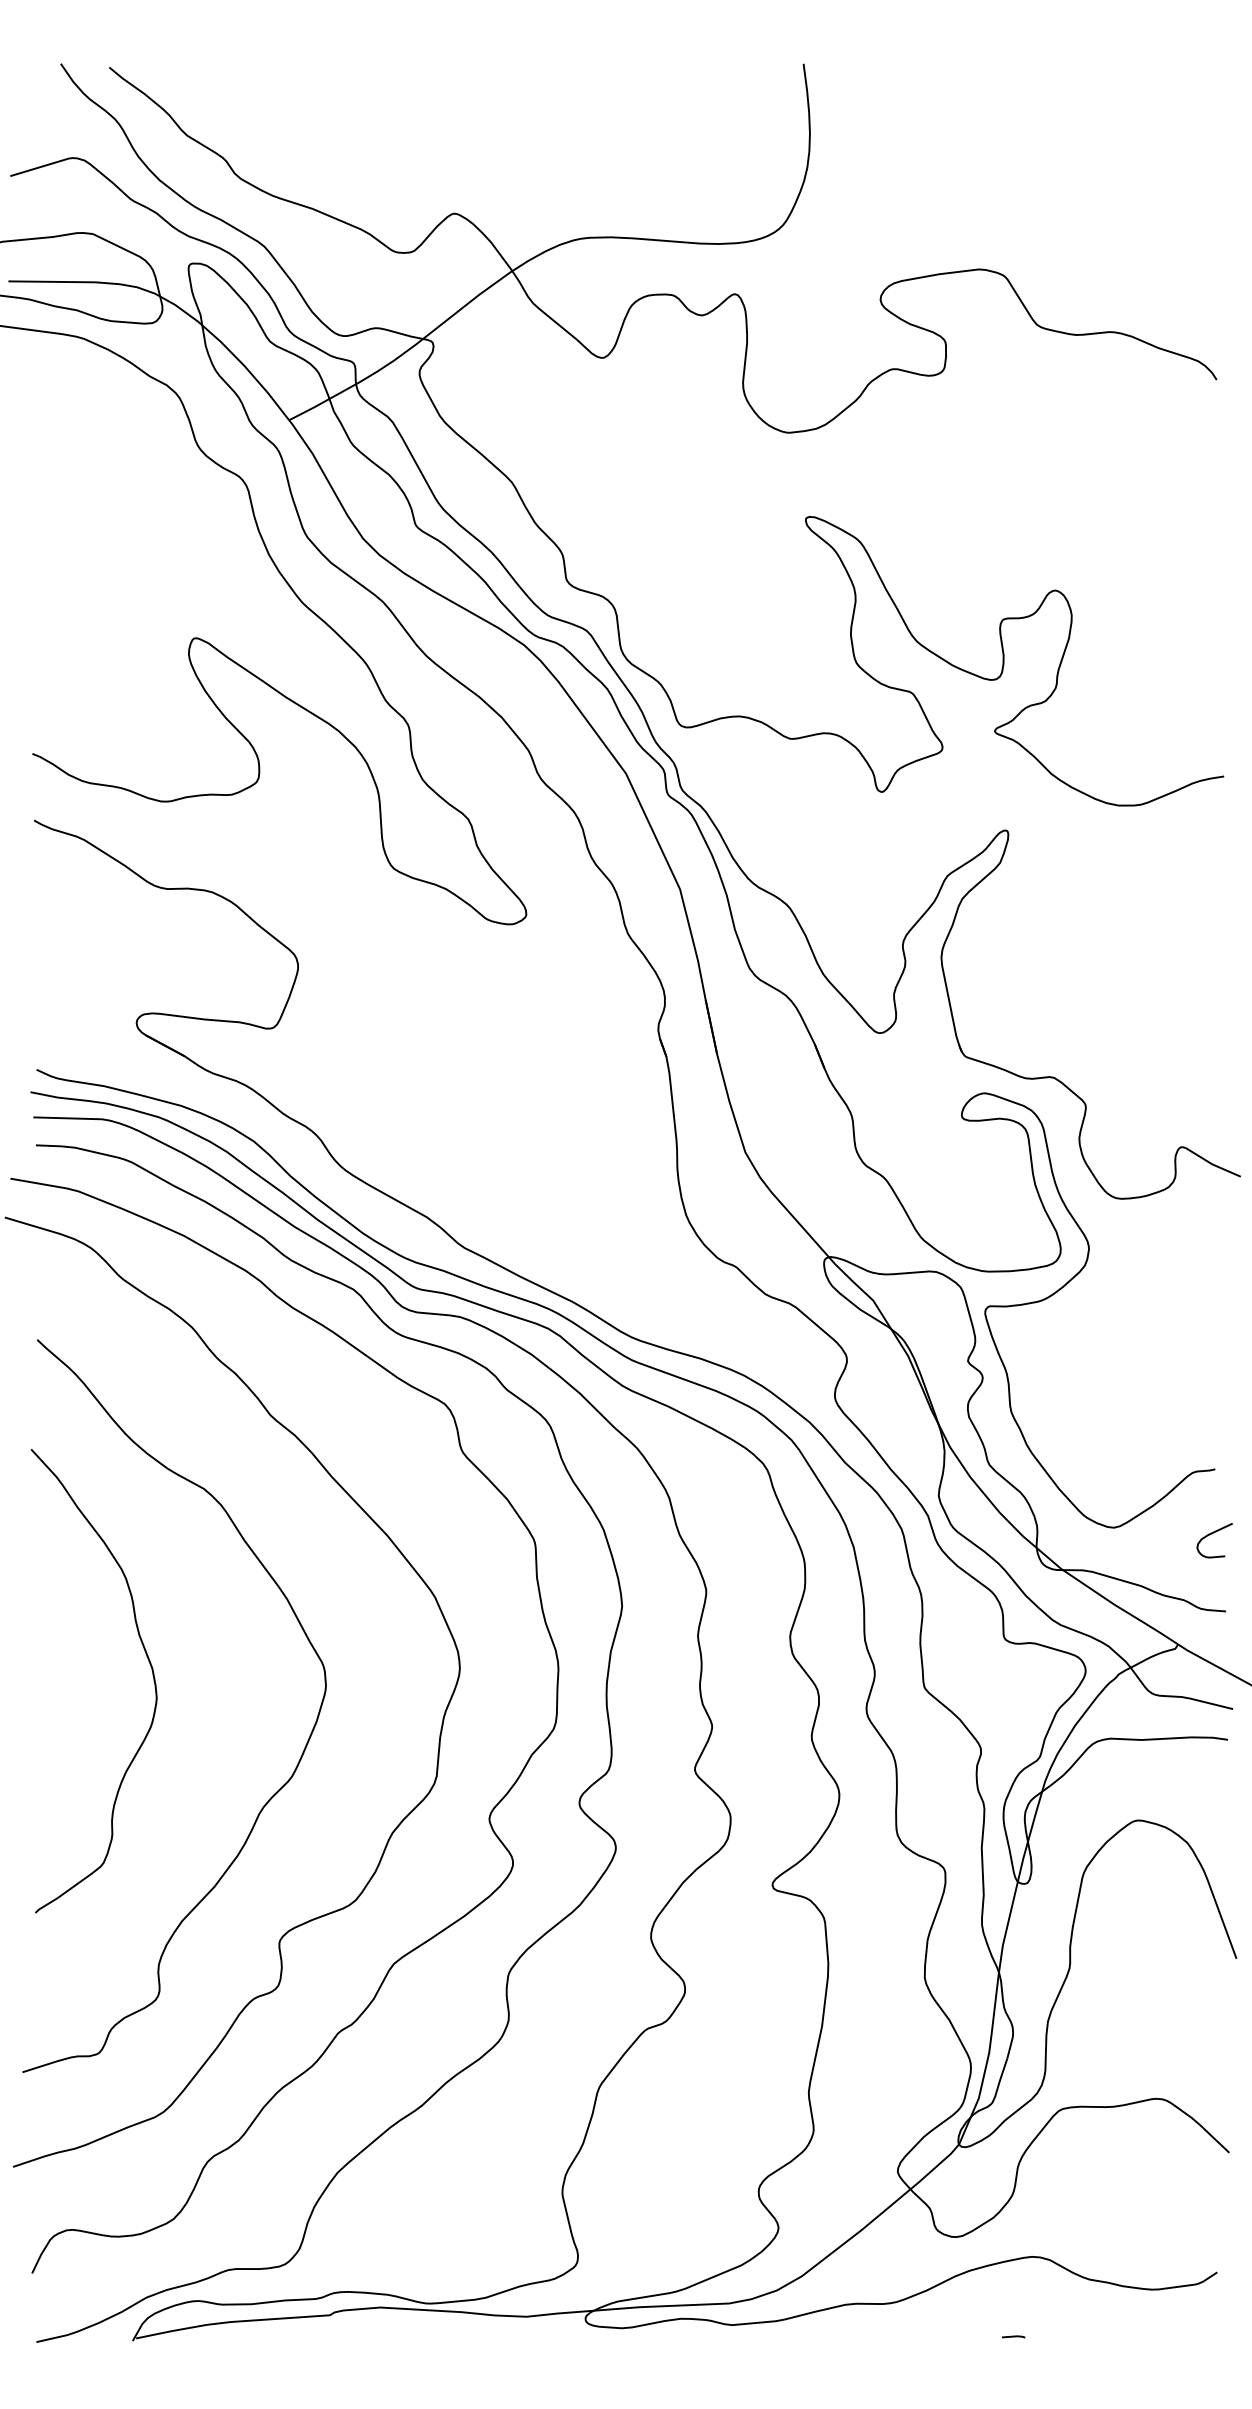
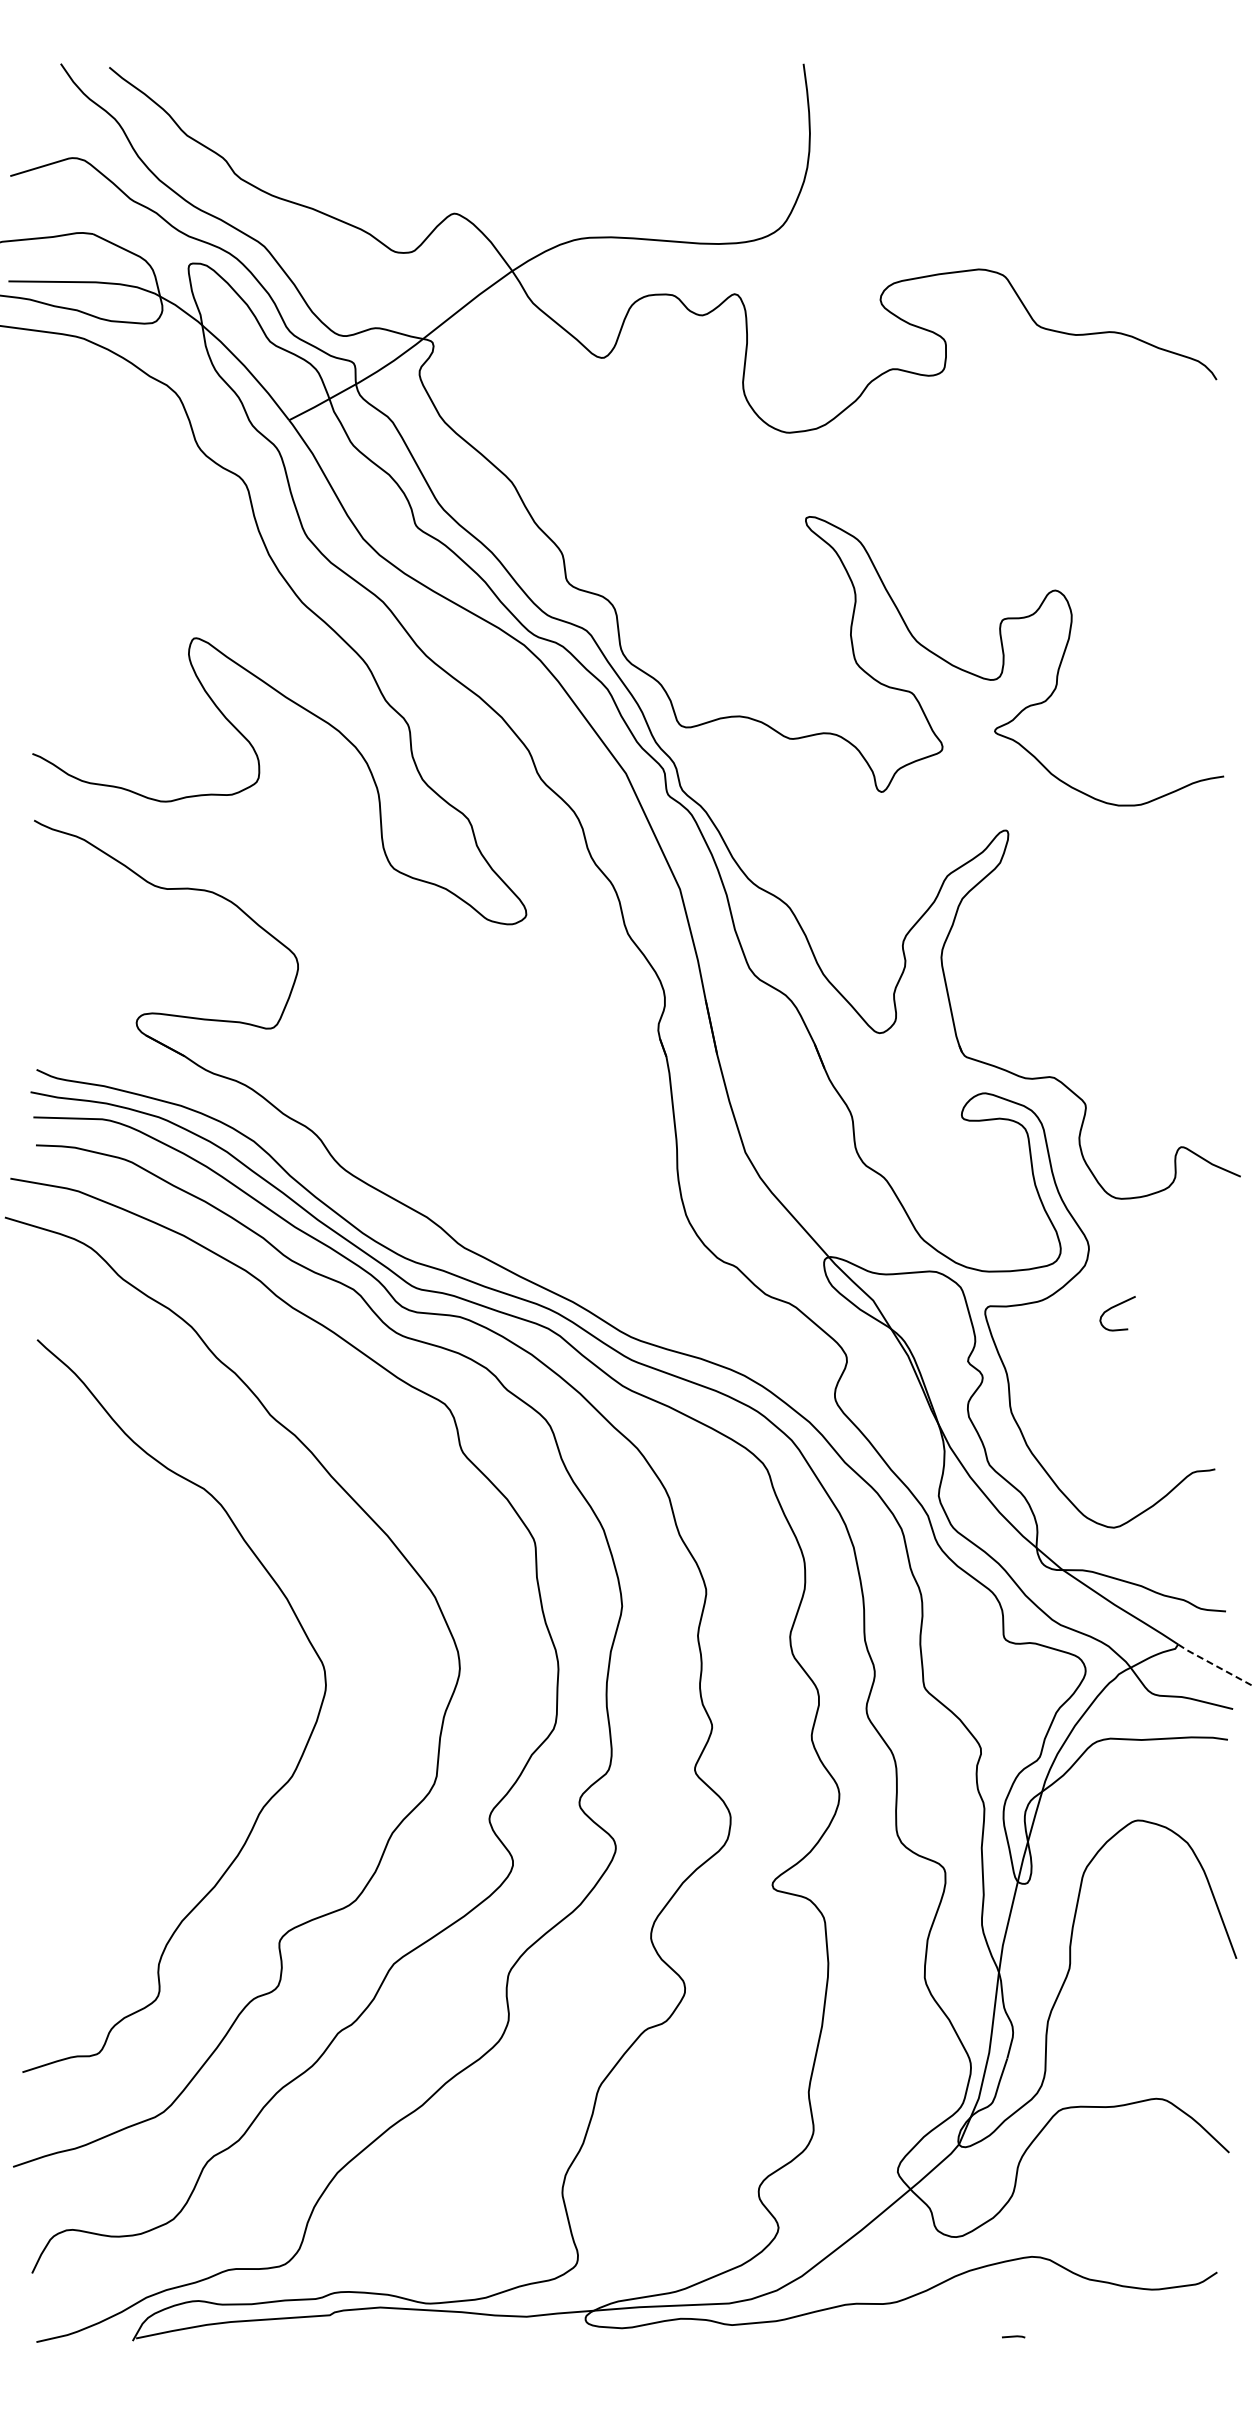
curve at (1211, 1534) position: (1211, 1534) -> (1114, 1307)
curve at (147, 1659): present -> none
line at (1213, 1664): solid -> dashed
